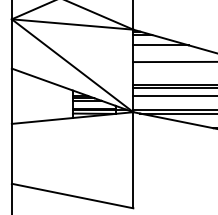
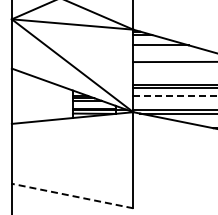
line at (175, 96): solid -> dashed
line at (72, 196): solid -> dashed
